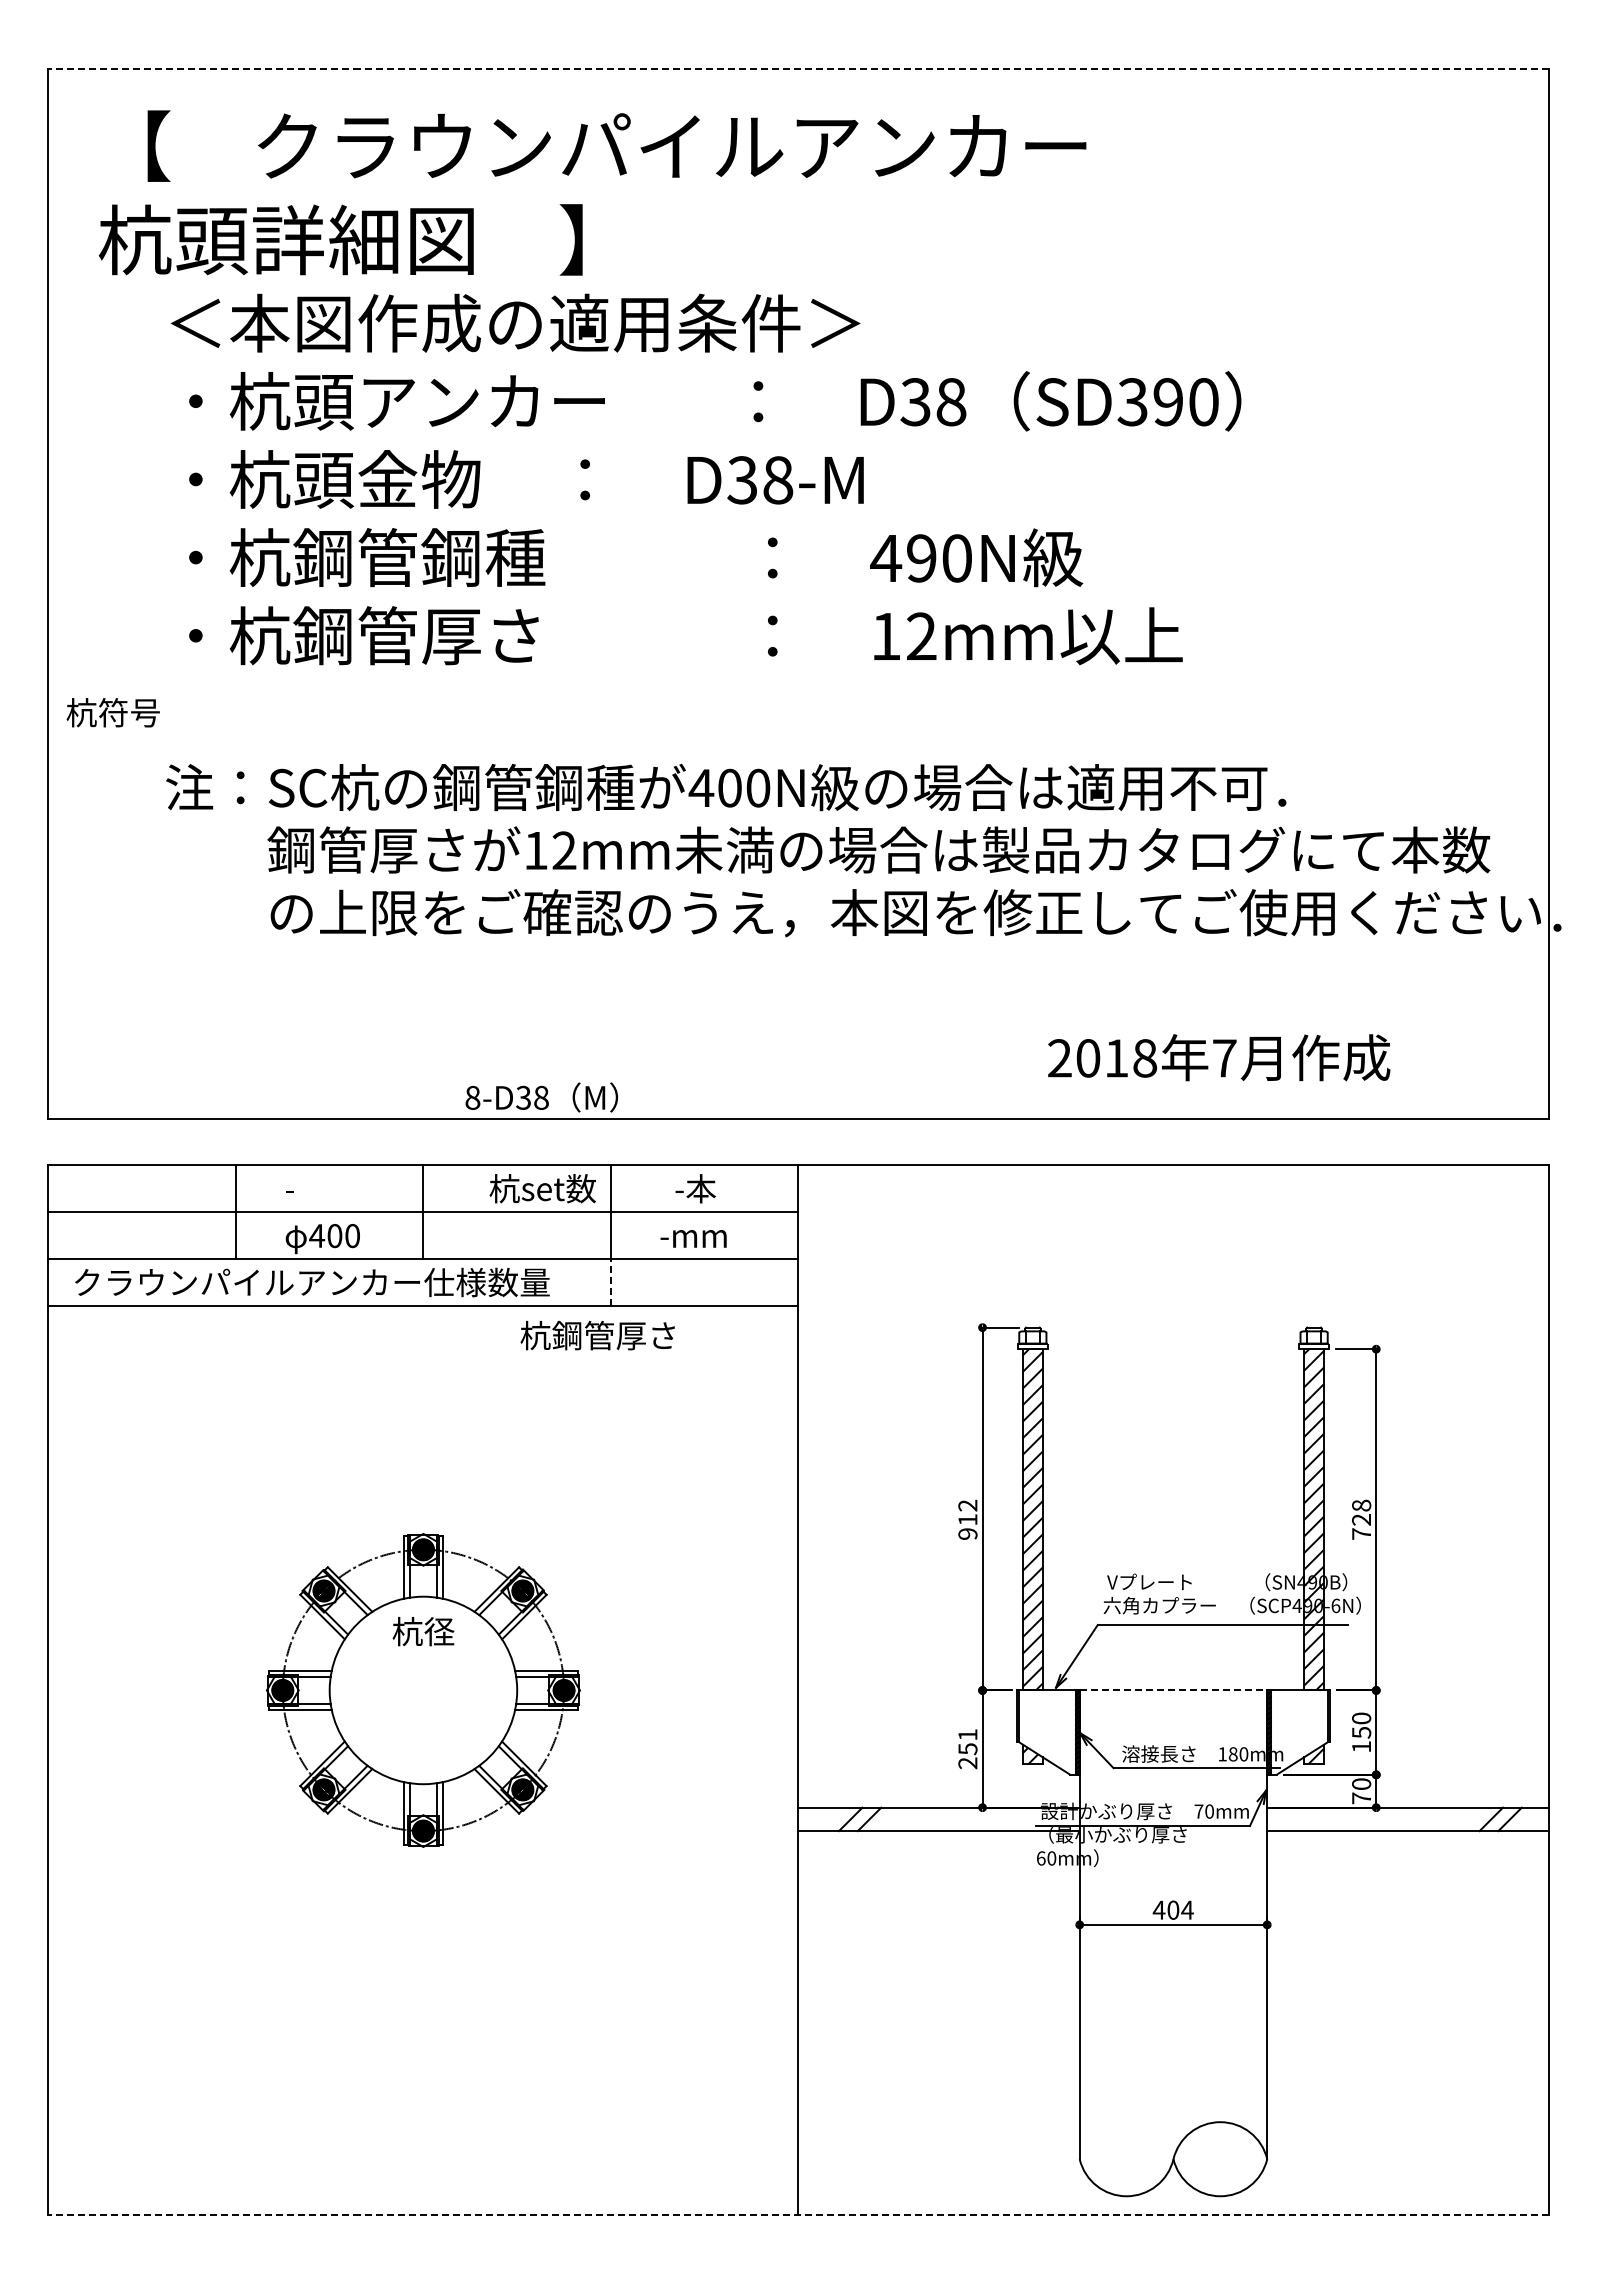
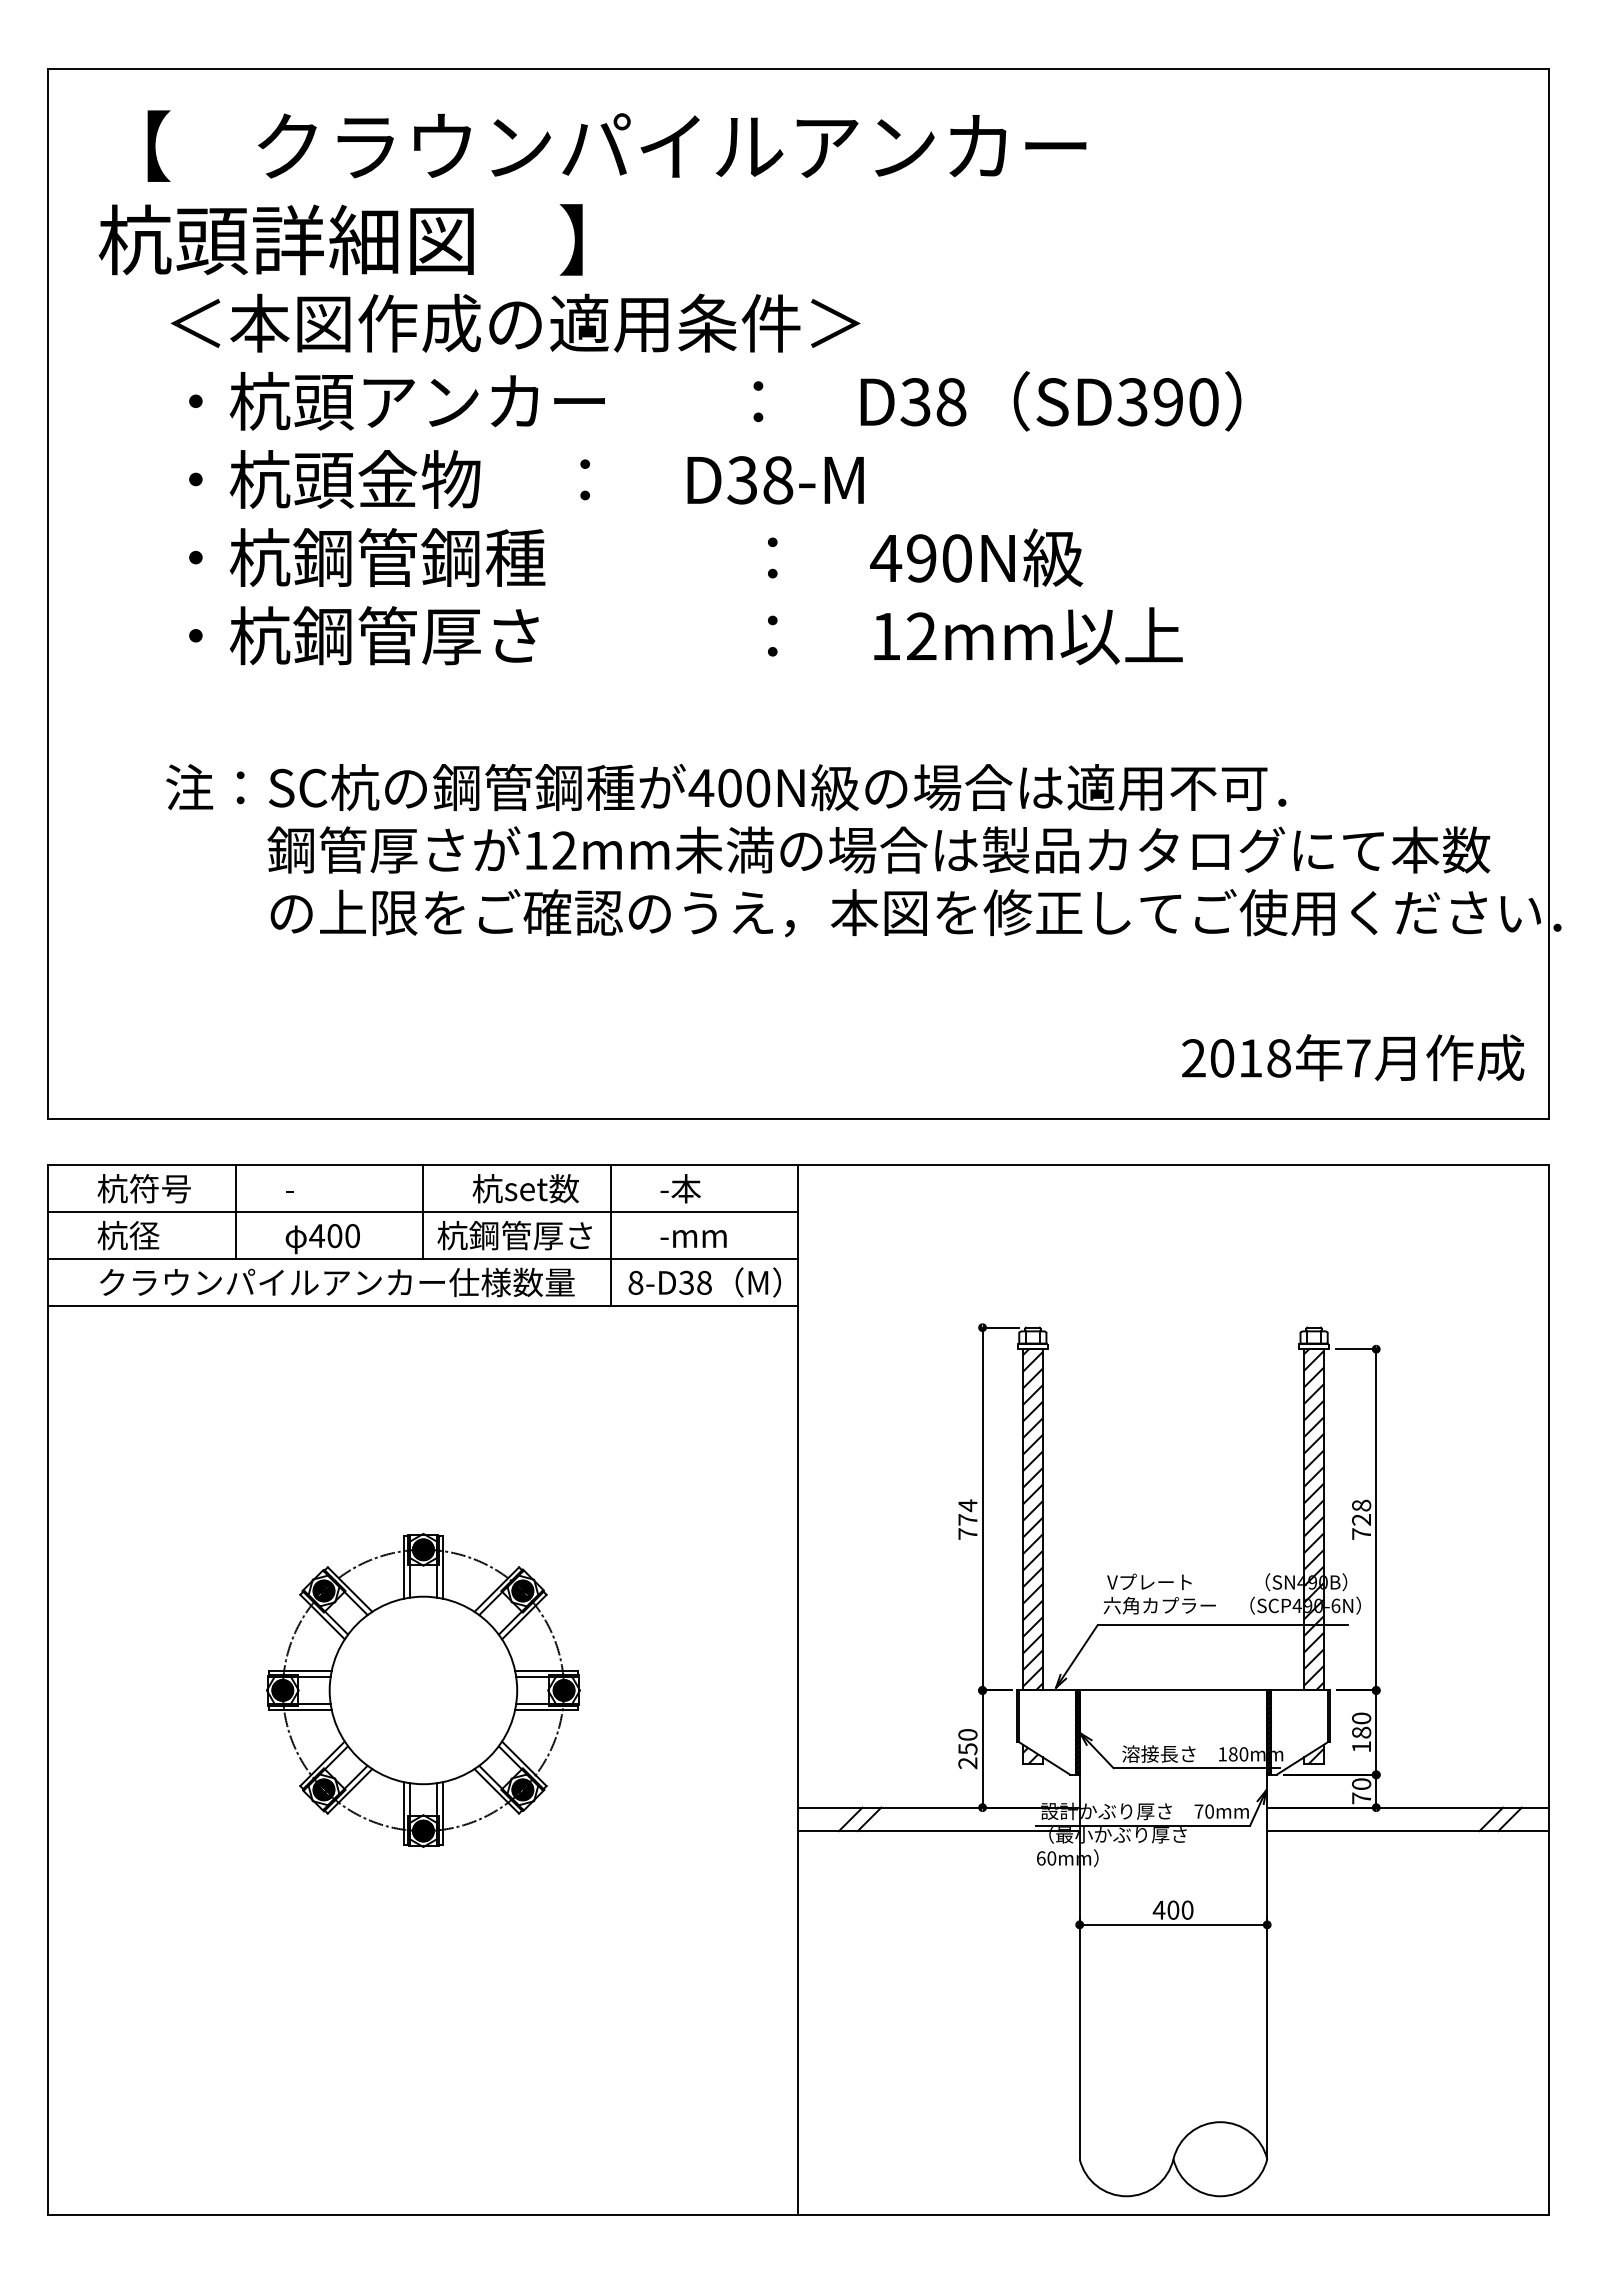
line at (797, 68): dashed -> solid
text at (112, 712) position: (112, 712) -> (143, 1188)
text at (1219, 1057) position: (1219, 1057) -> (1353, 1057)
text at (541, 1097) position: (541, 1097) -> (704, 1282)
text at (542, 1188) position: (542, 1188) -> (525, 1188)
text at (695, 1188) position: (695, 1188) -> (680, 1188)
text at (312, 1282) position: (312, 1282) -> (337, 1282)
line at (610, 1282): dashed -> solid
text at (597, 1335) position: (597, 1335) -> (514, 1235)
text at (967, 1519): 912 -> 774
text at (423, 1631) position: (423, 1631) -> (128, 1235)
line at (1173, 1690): dashed -> solid
text at (1361, 1732): 150 -> 180
text at (967, 1734): 251 -> 250
text at (1187, 1909): 404 -> 400
line at (797, 2215): dashed -> solid
